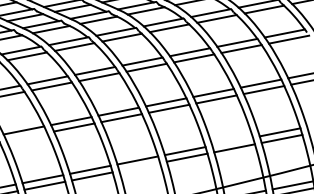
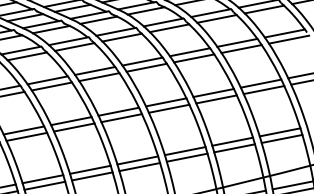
line at (26, 136): none -> present
line at (232, 141): none -> present
line at (139, 167): none -> present
